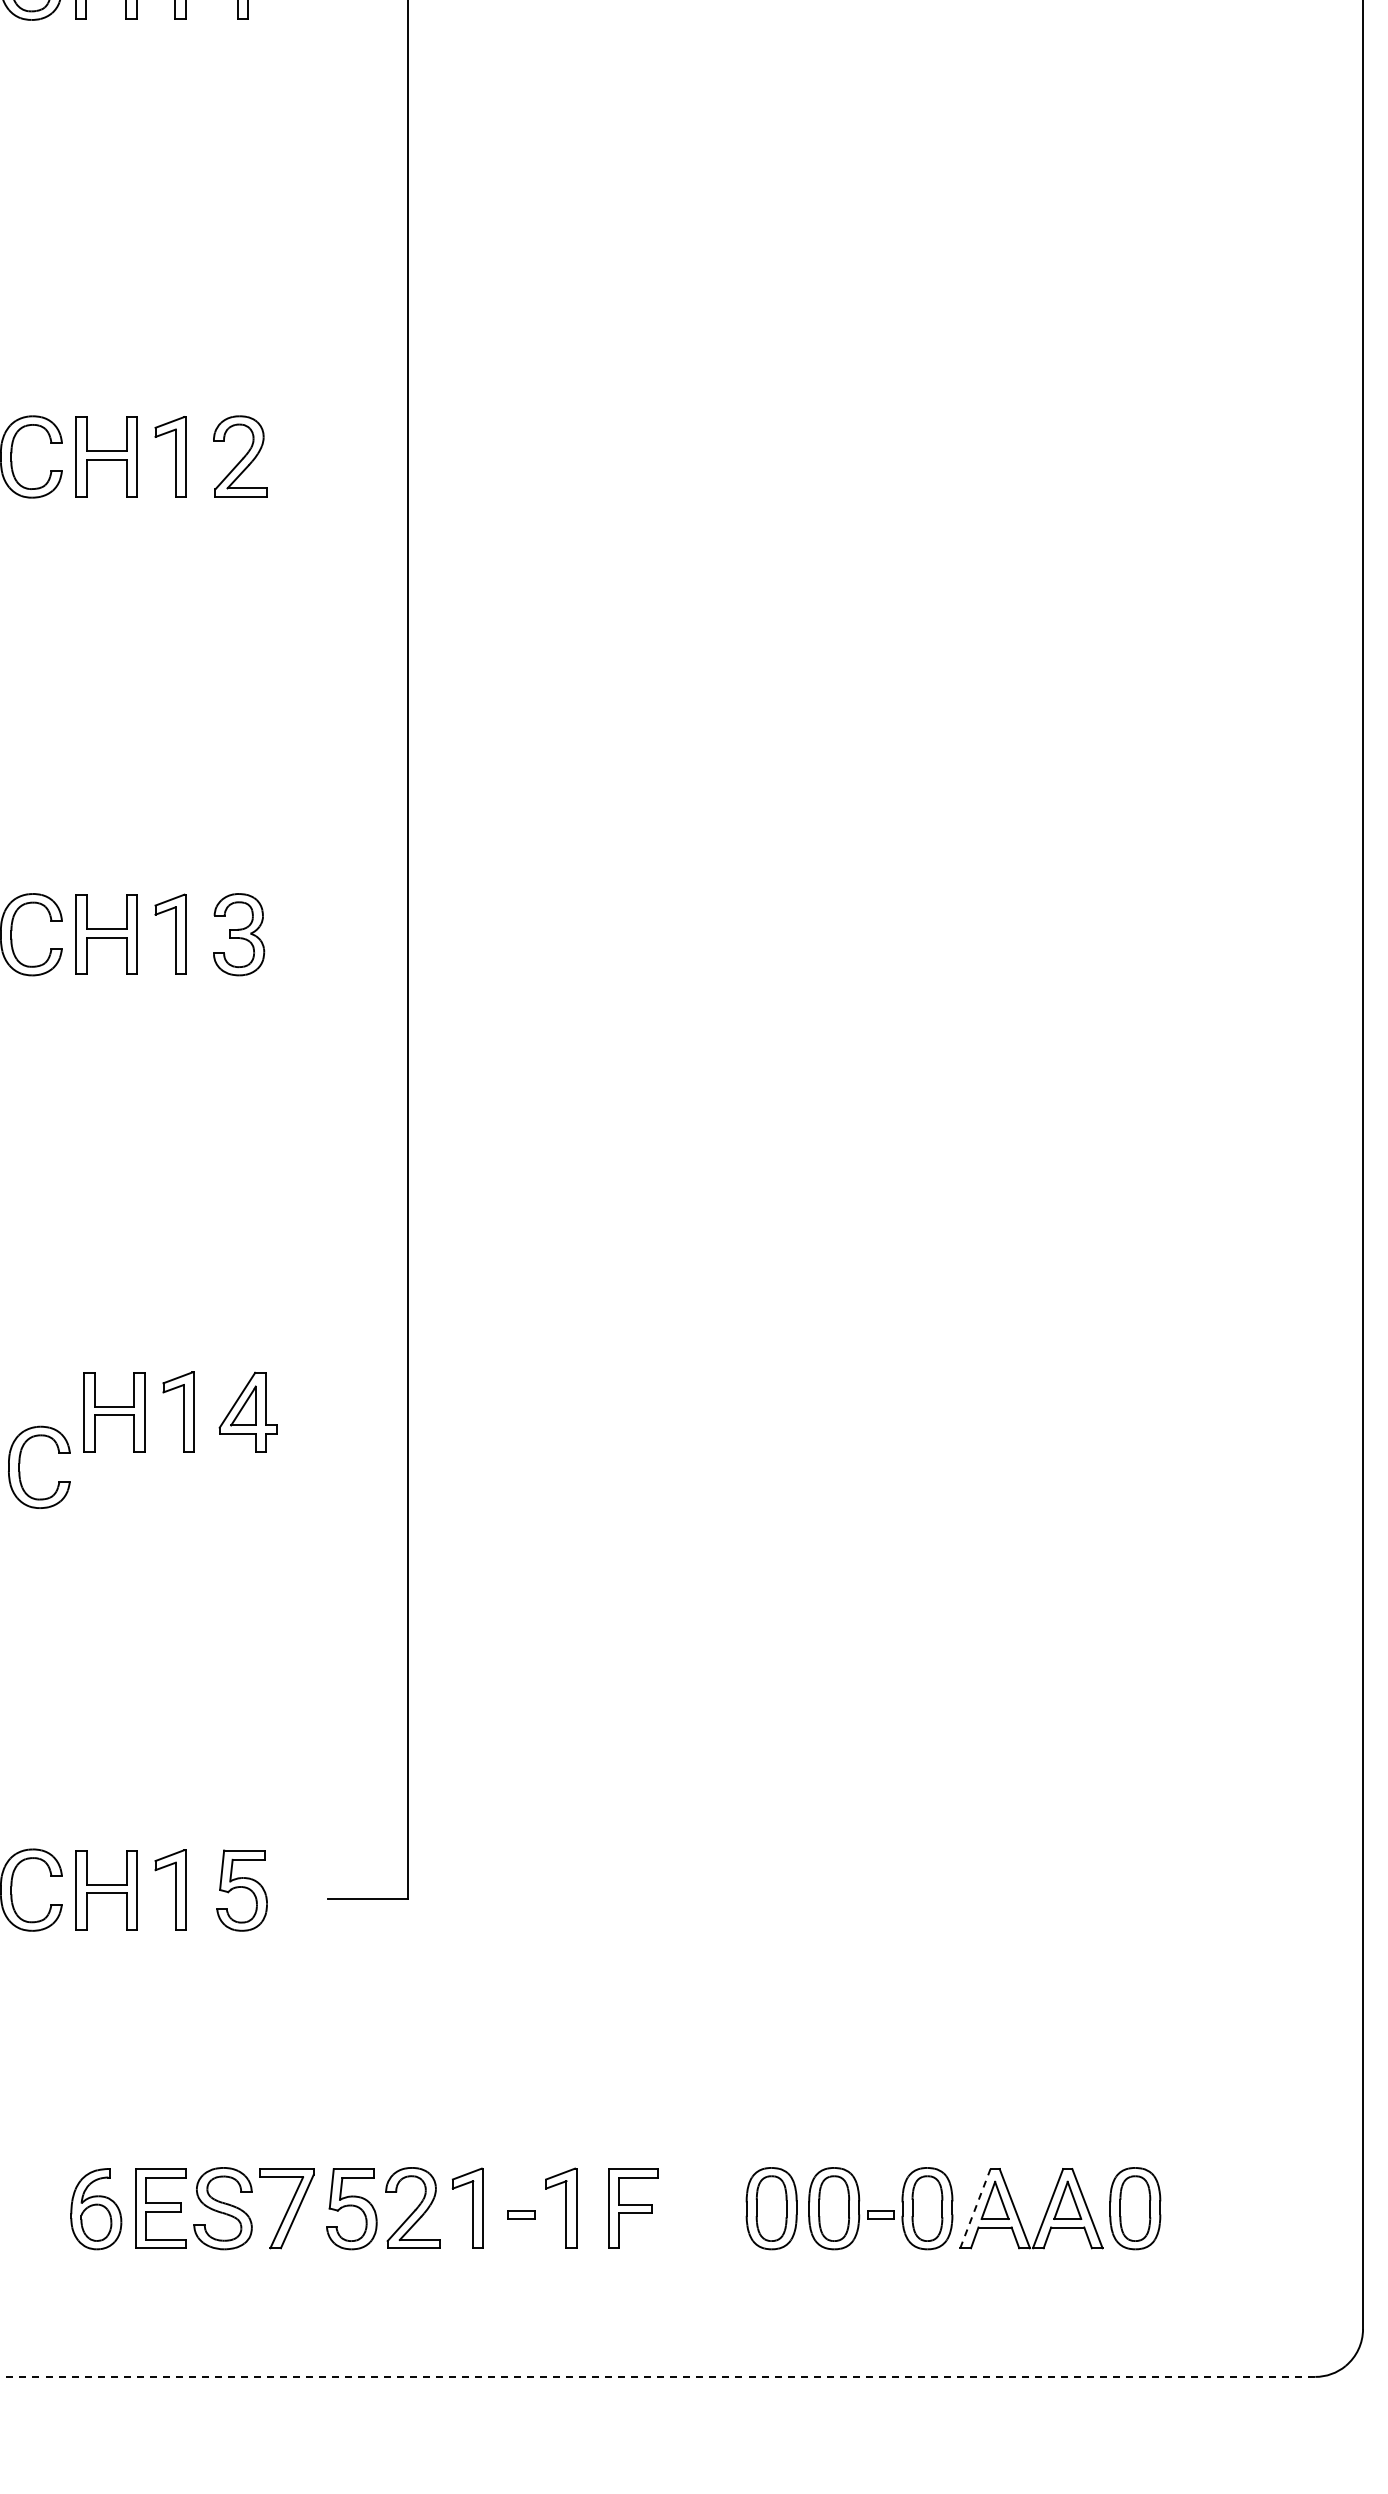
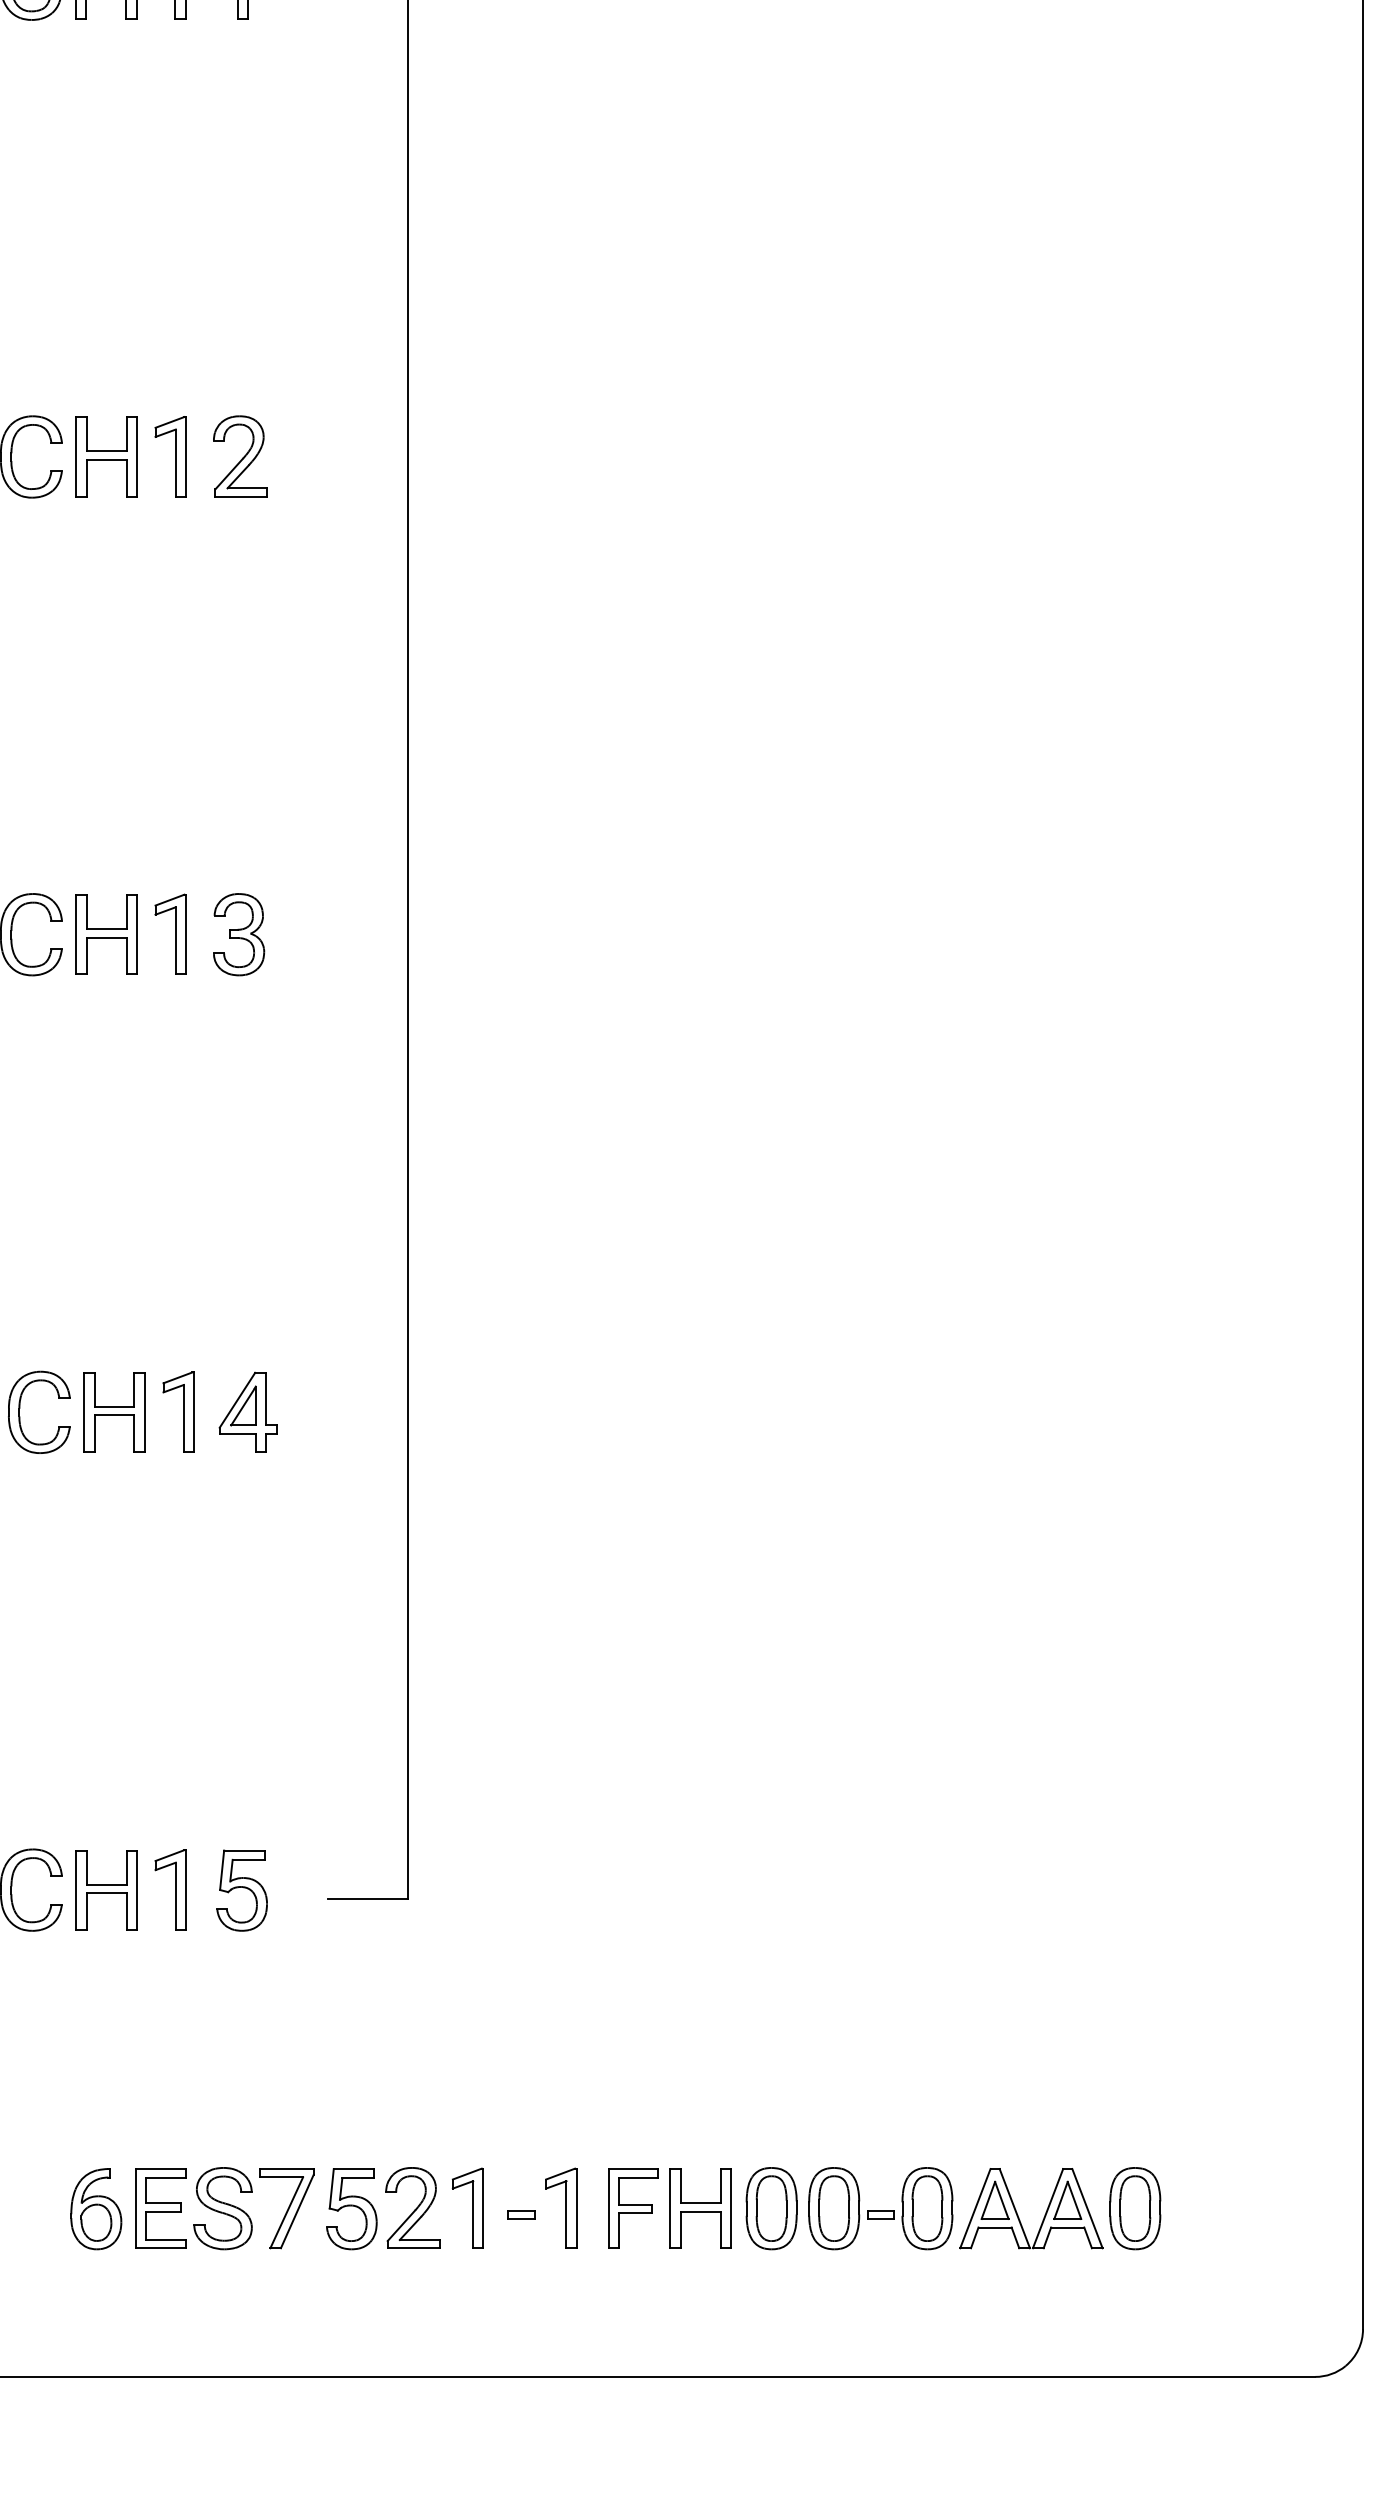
part at (20, 1463) position: (20, 1463) -> (20, 1408)
part at (700, 2208): none -> present
line at (975, 2208): dashed -> solid
line at (657, 2376): dashed -> solid
